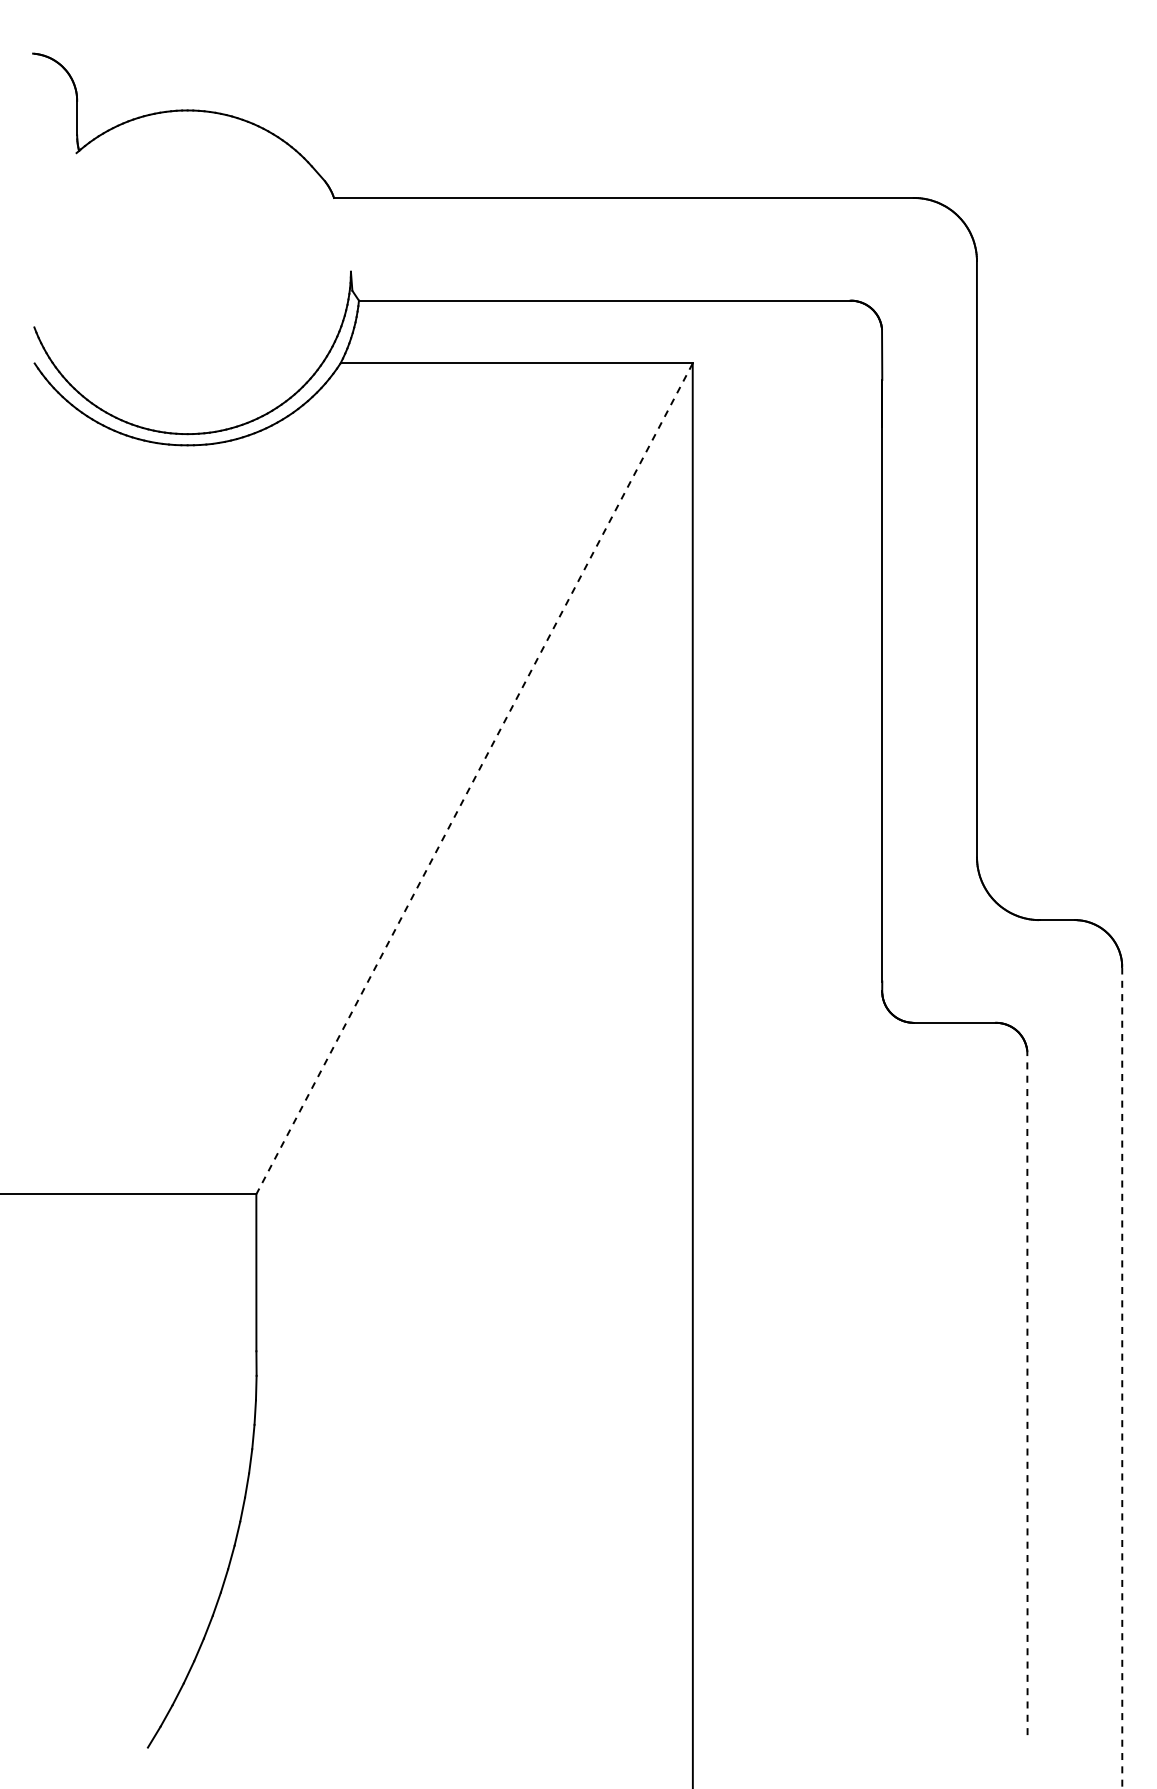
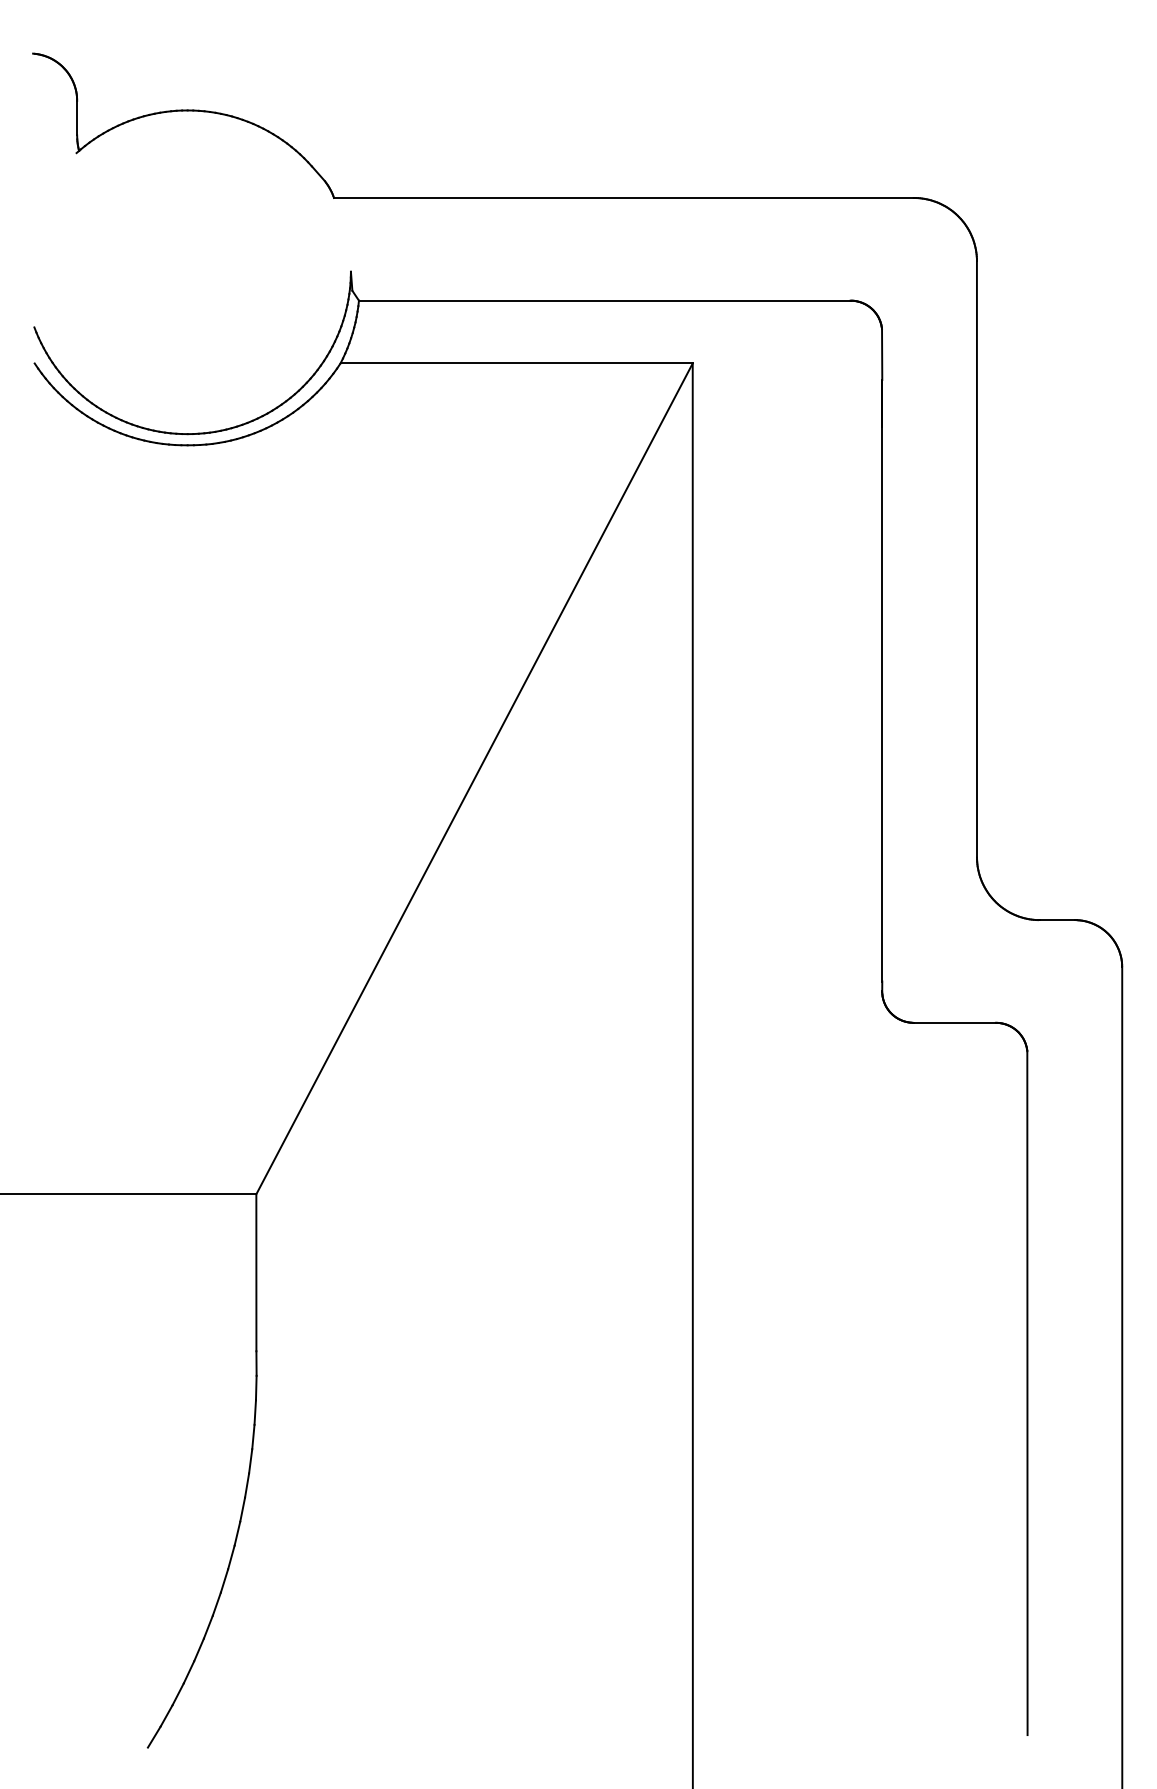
line at (474, 779): dashed -> solid
line at (1122, 1378): dashed -> solid
line at (1027, 1393): dashed -> solid
